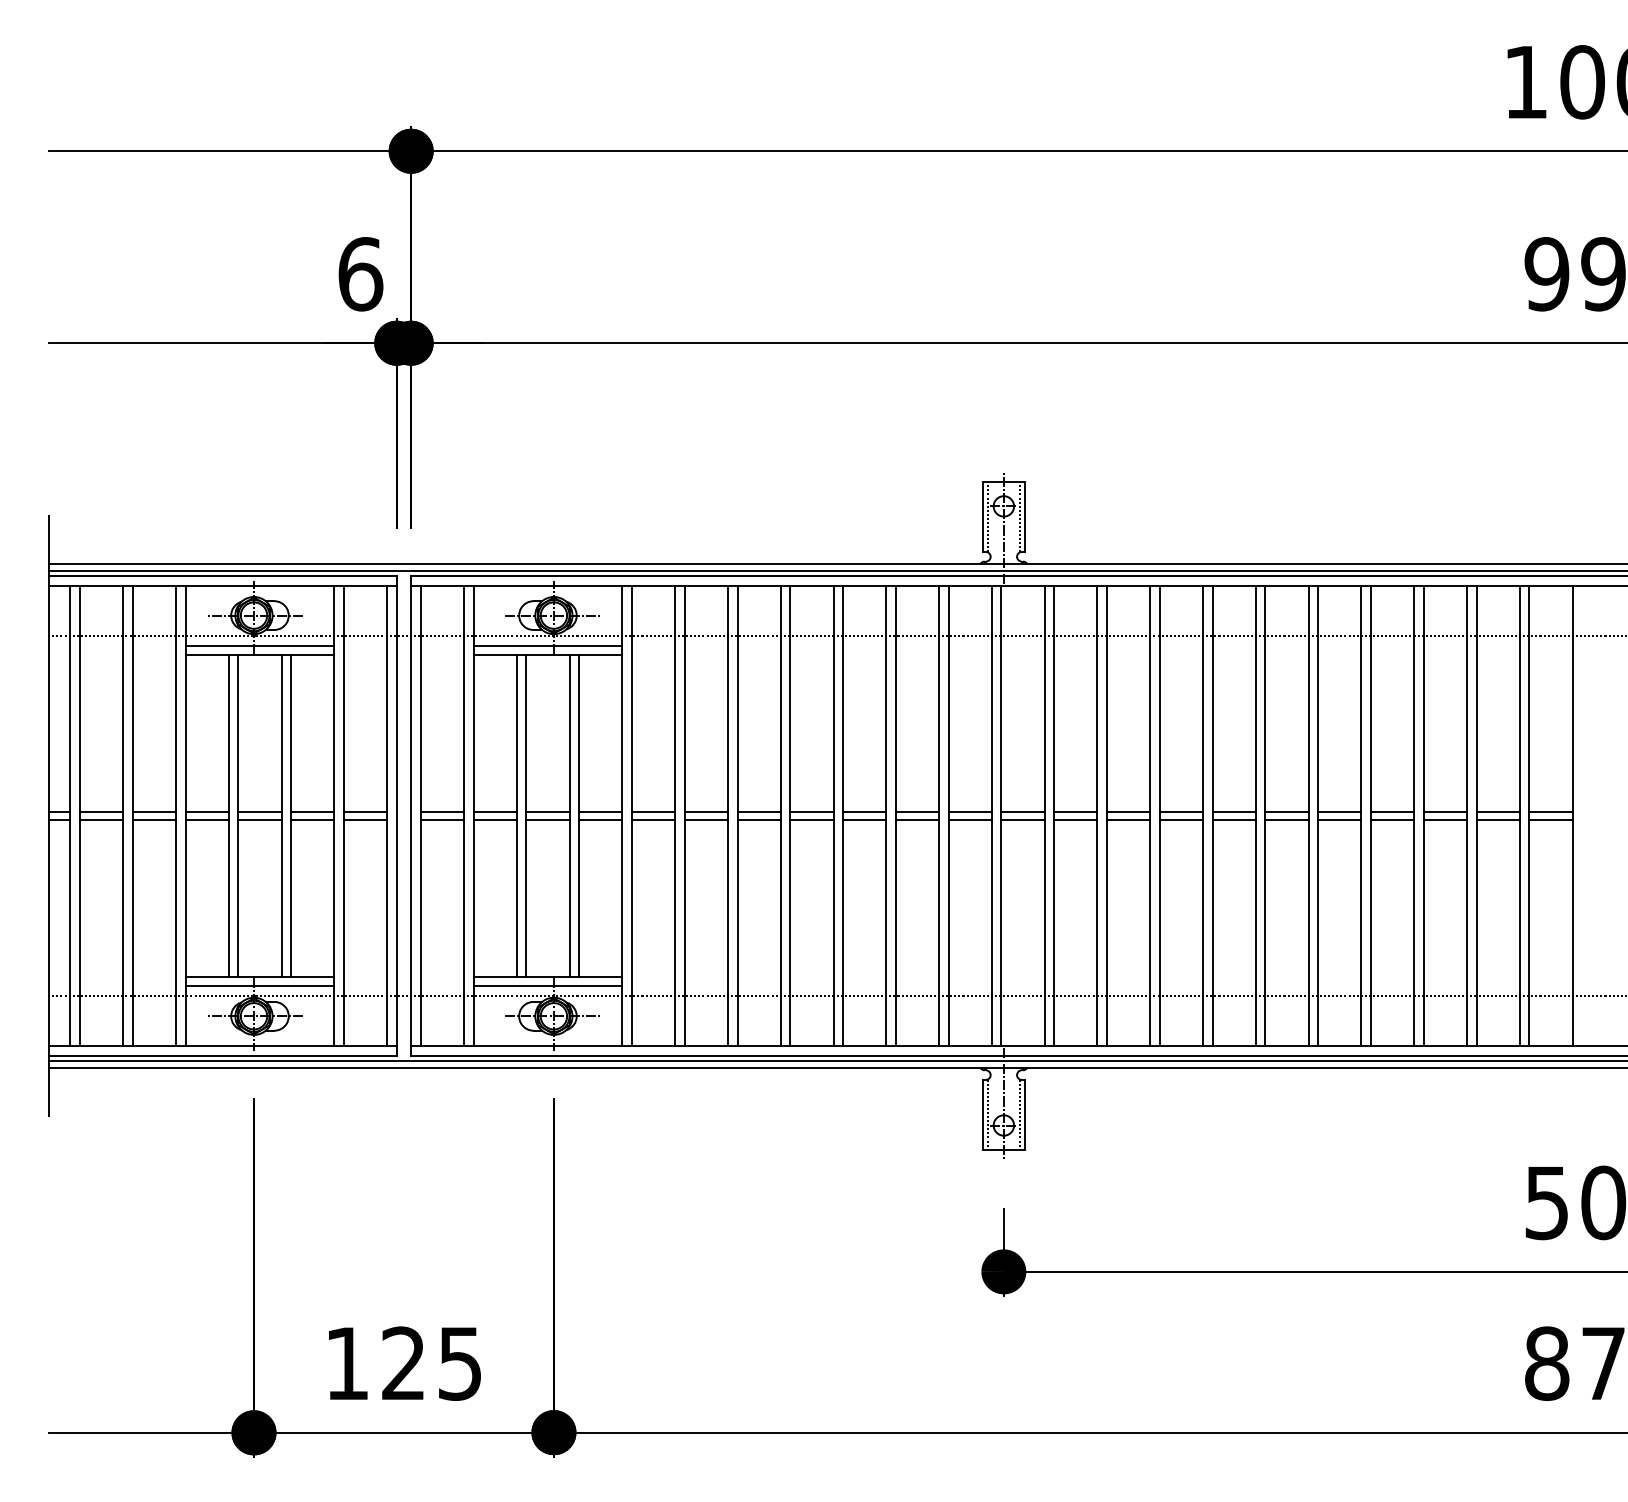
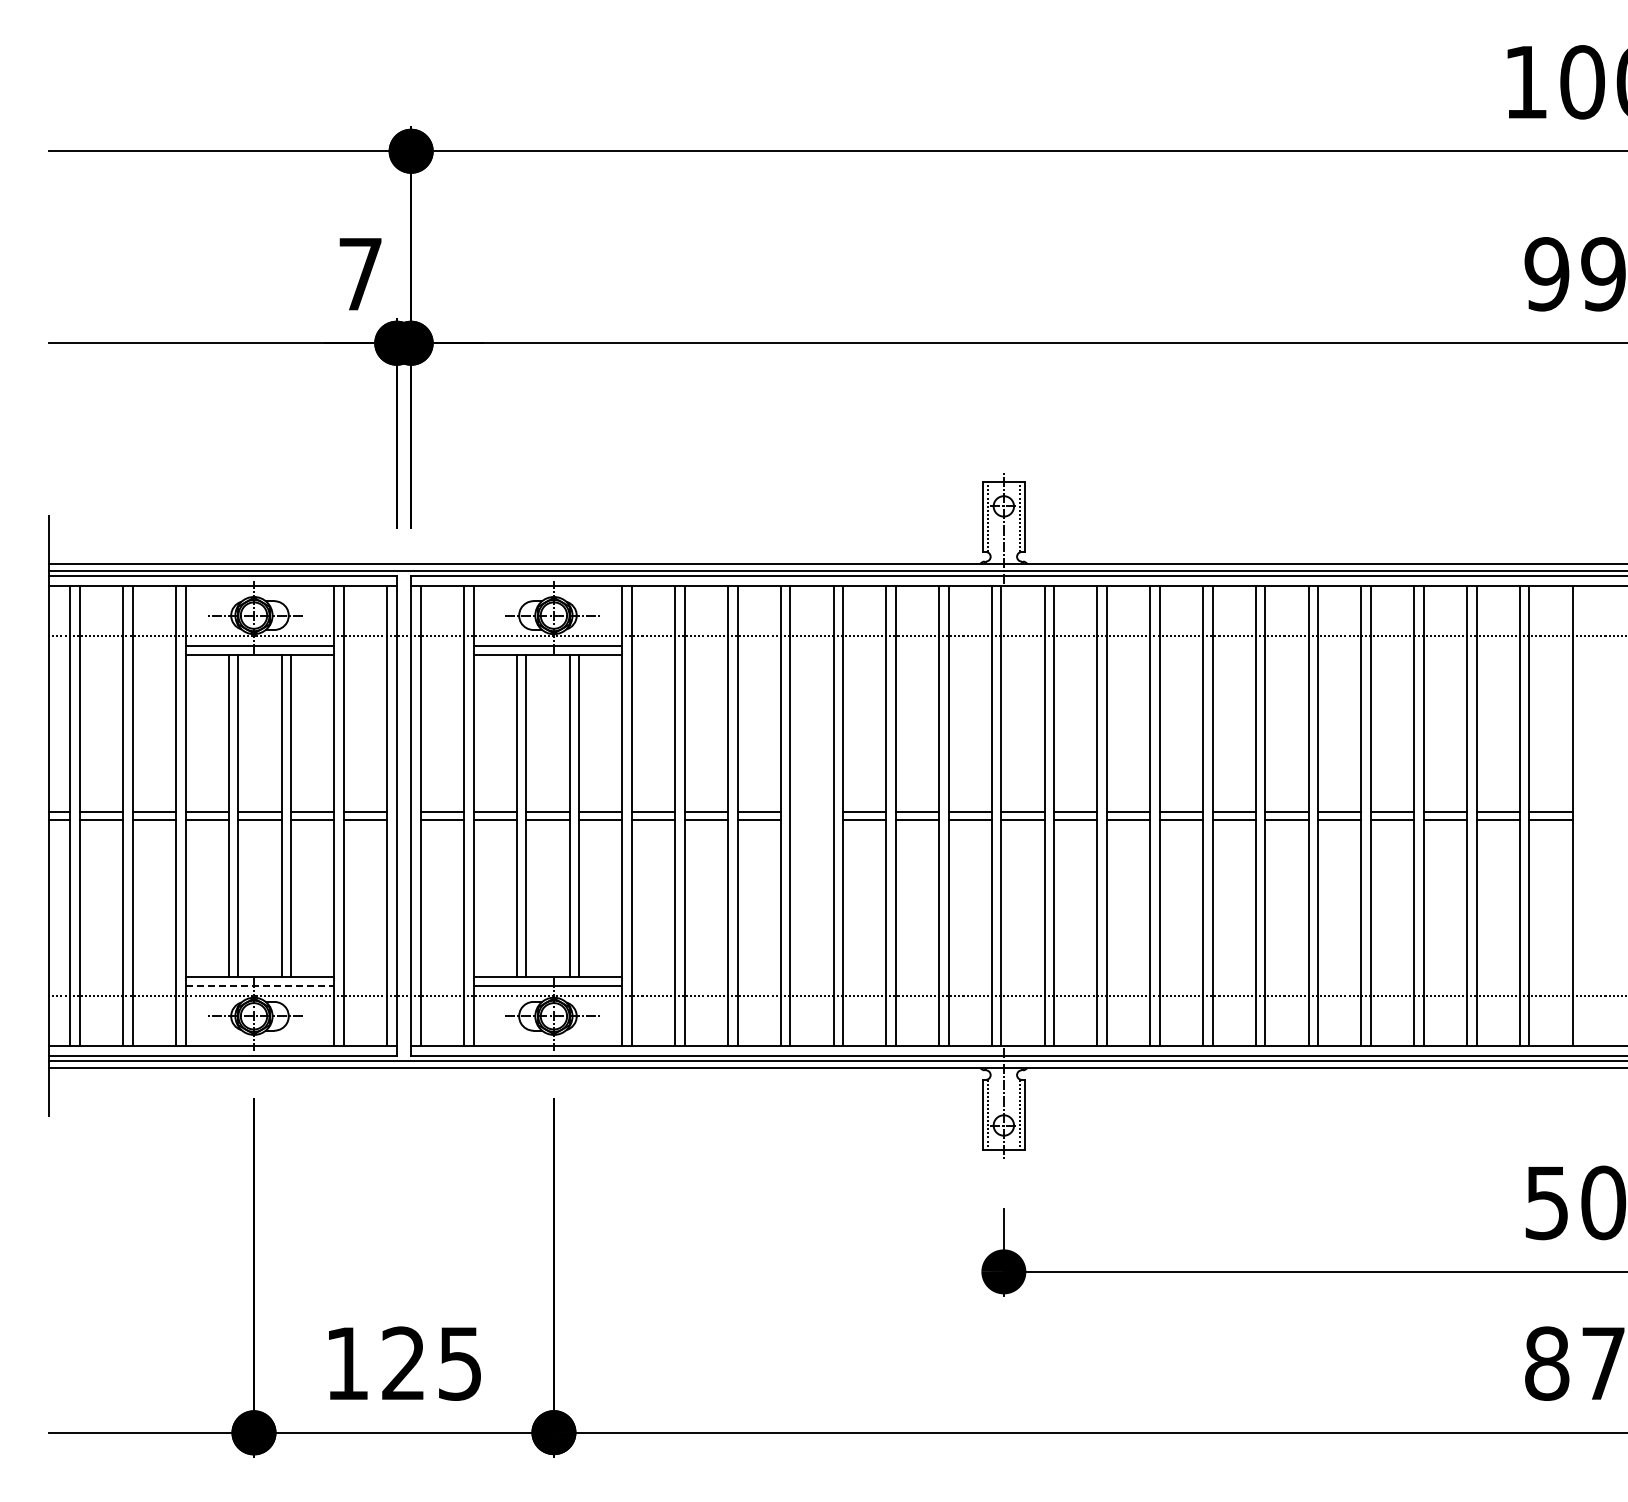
text at (360, 274): 6 -> 7
line at (811, 812): present -> none
line at (811, 819): present -> none
line at (260, 986): solid -> dashed
